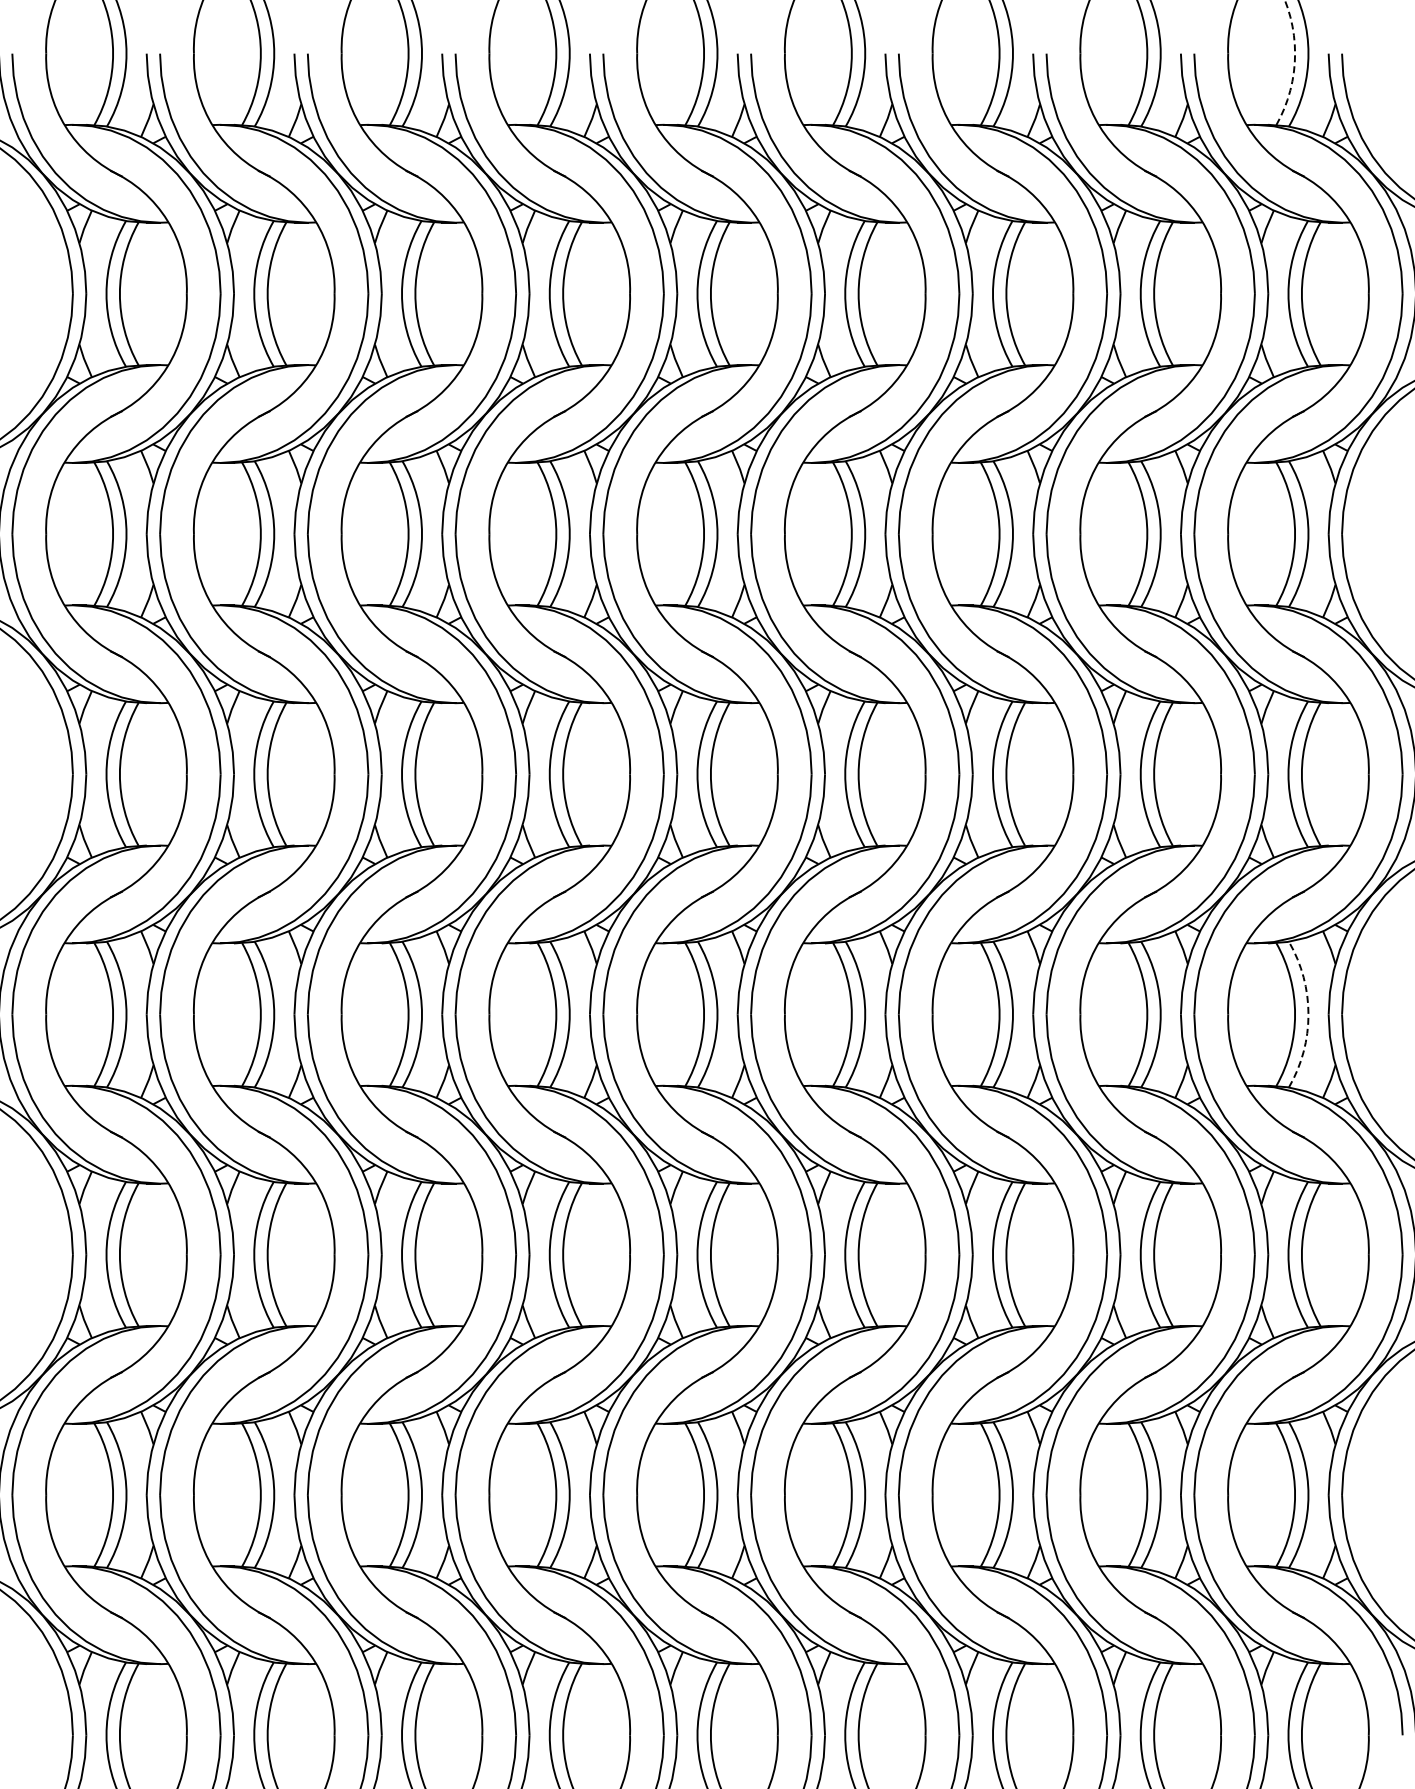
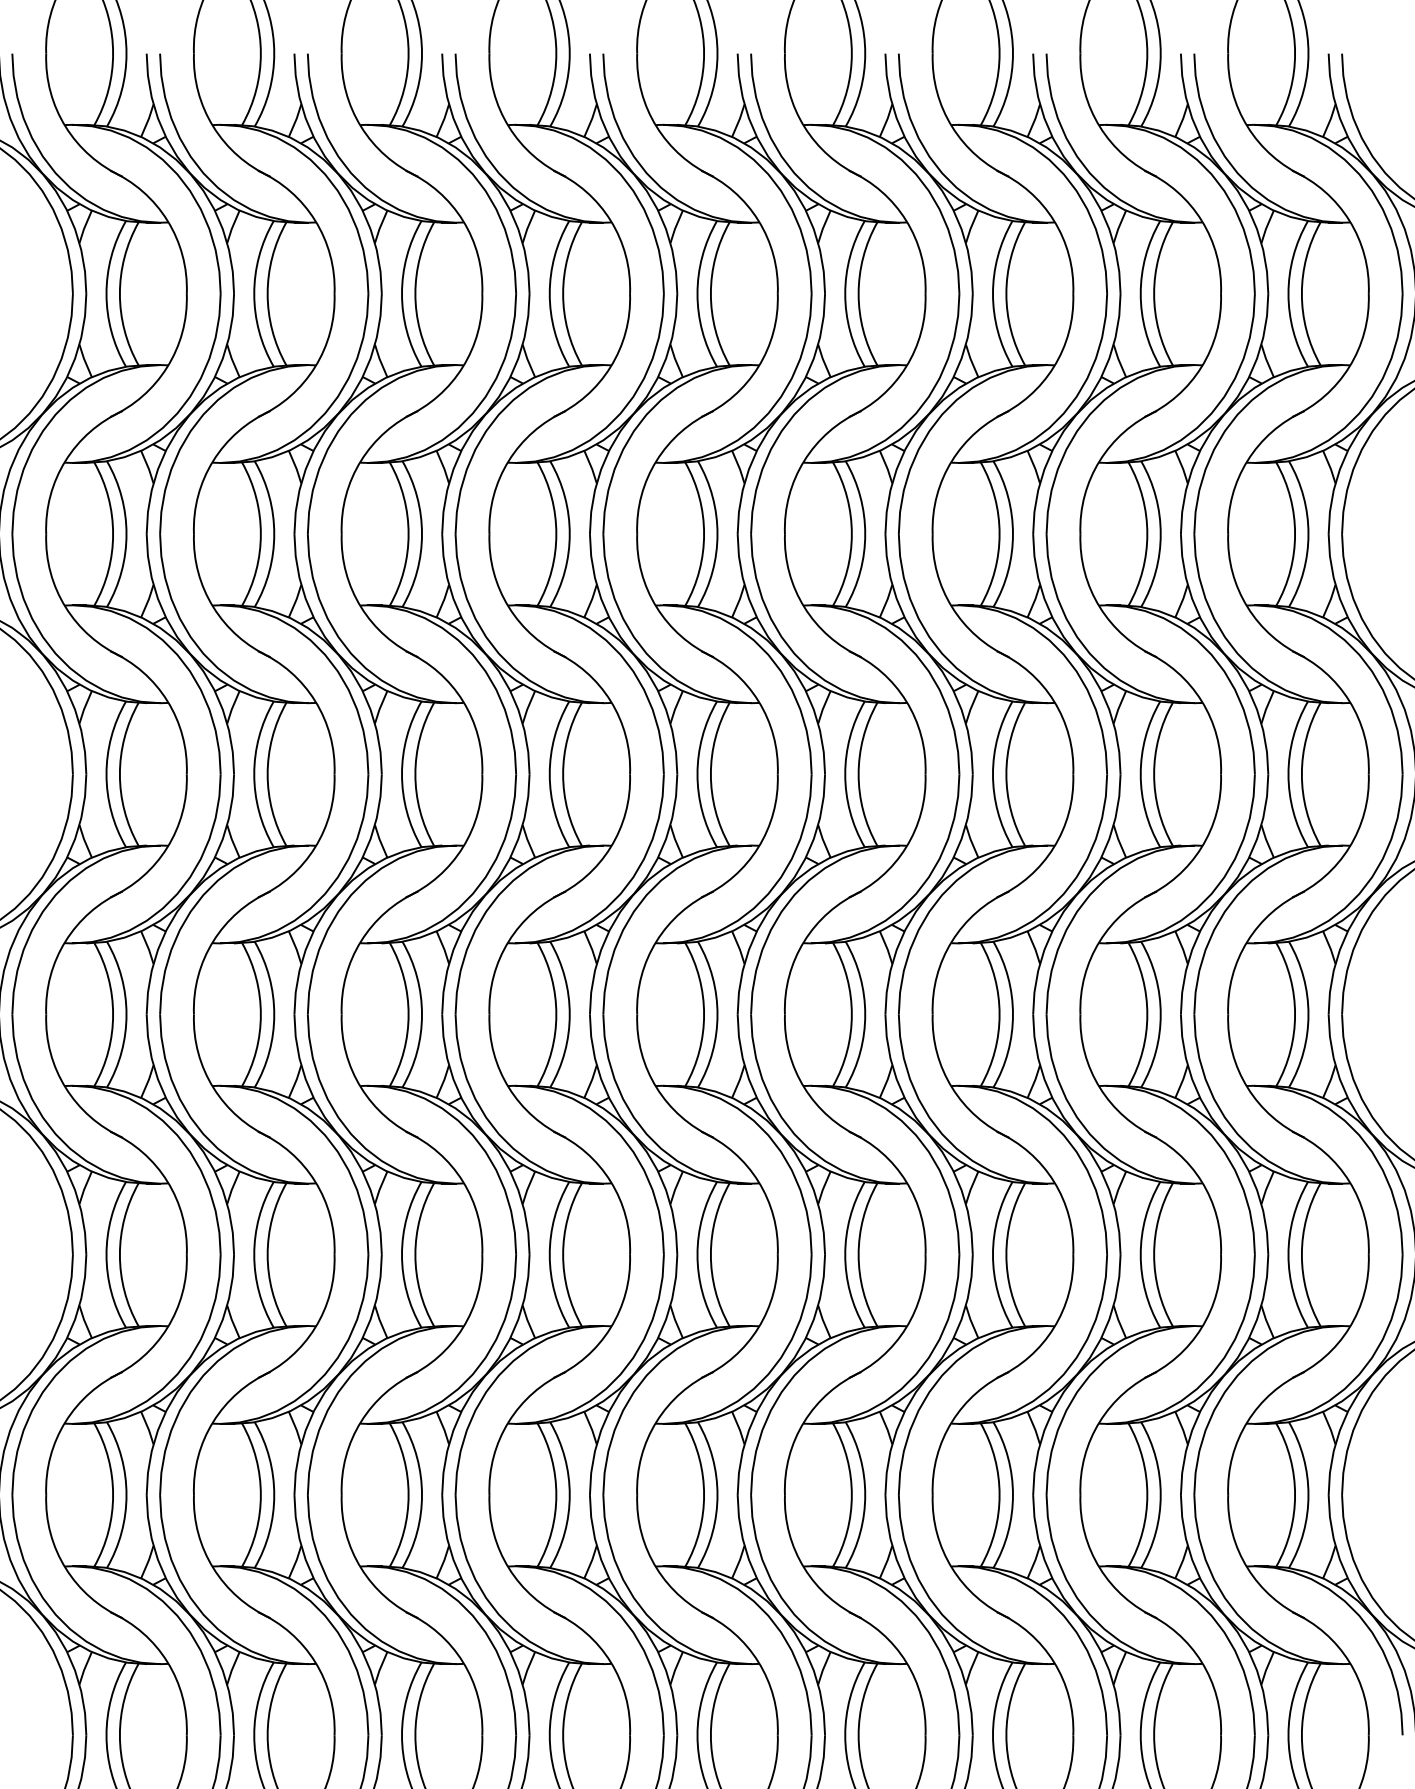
arc at (1294, 62): dashed -> solid
arc at (1308, 1014): dashed -> solid
